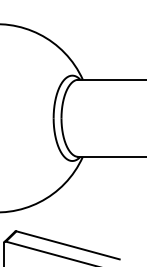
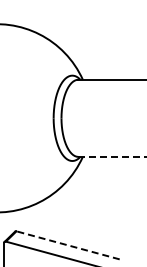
line at (113, 156): solid -> dashed
line at (67, 245): solid -> dashed
